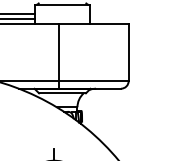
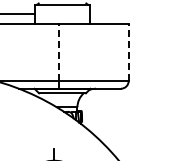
line at (18, 18): present -> none
line at (58, 52): solid -> dashed
line at (128, 52): solid -> dashed
